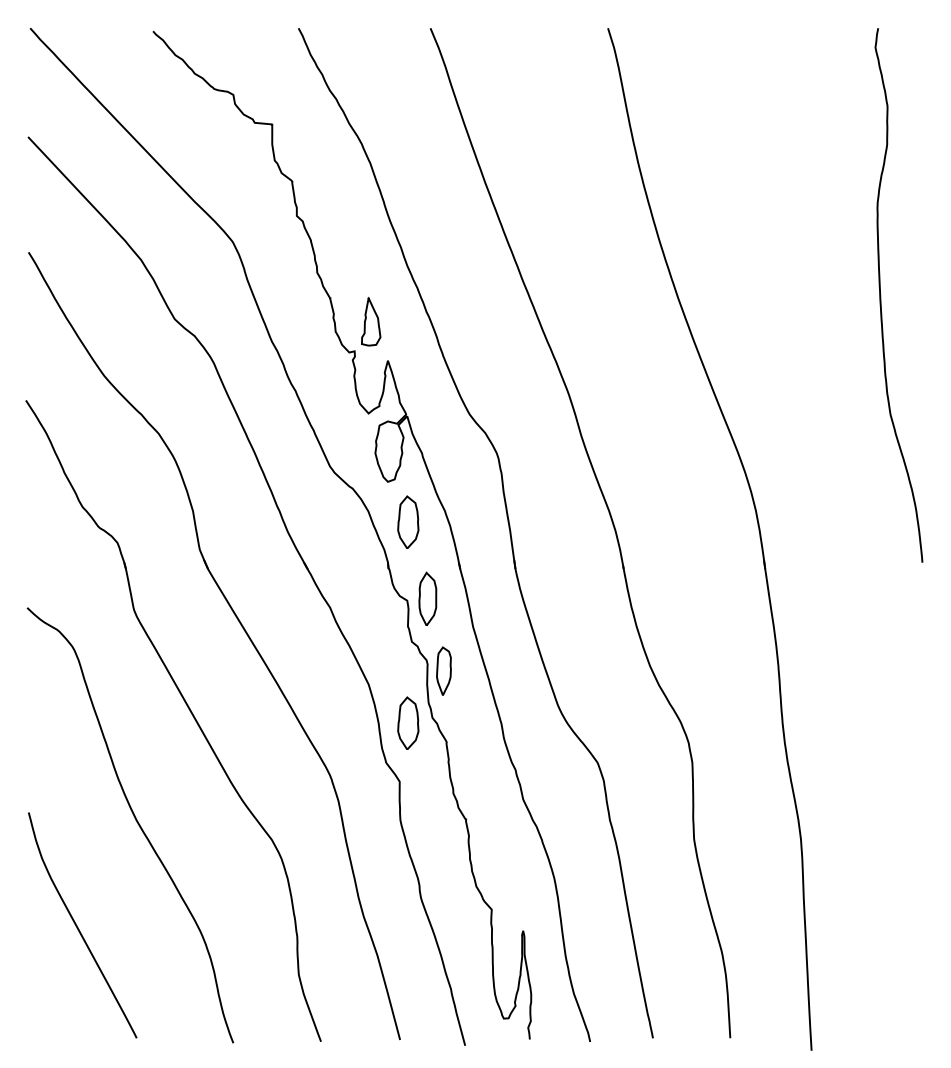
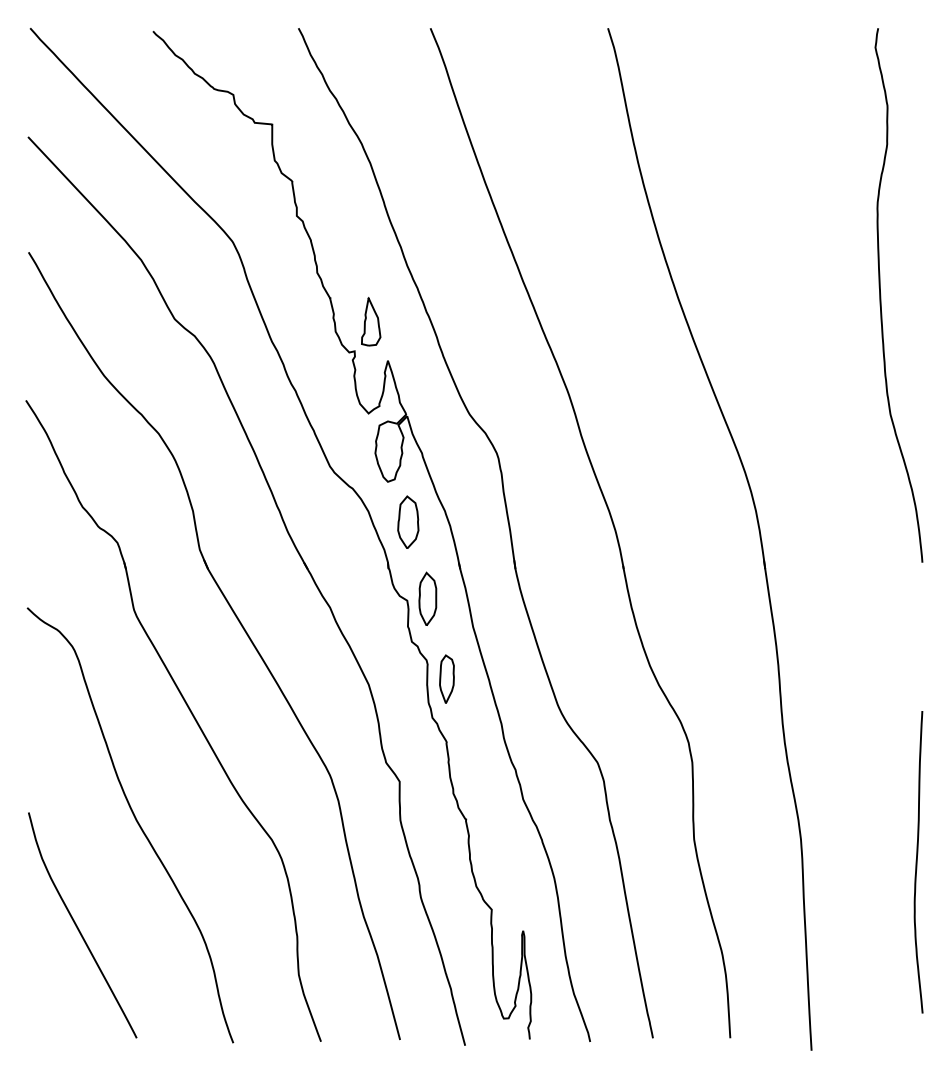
part at (443, 670) position: (443, 670) -> (446, 678)
part at (408, 722): present -> none
curve at (917, 862): none -> present
